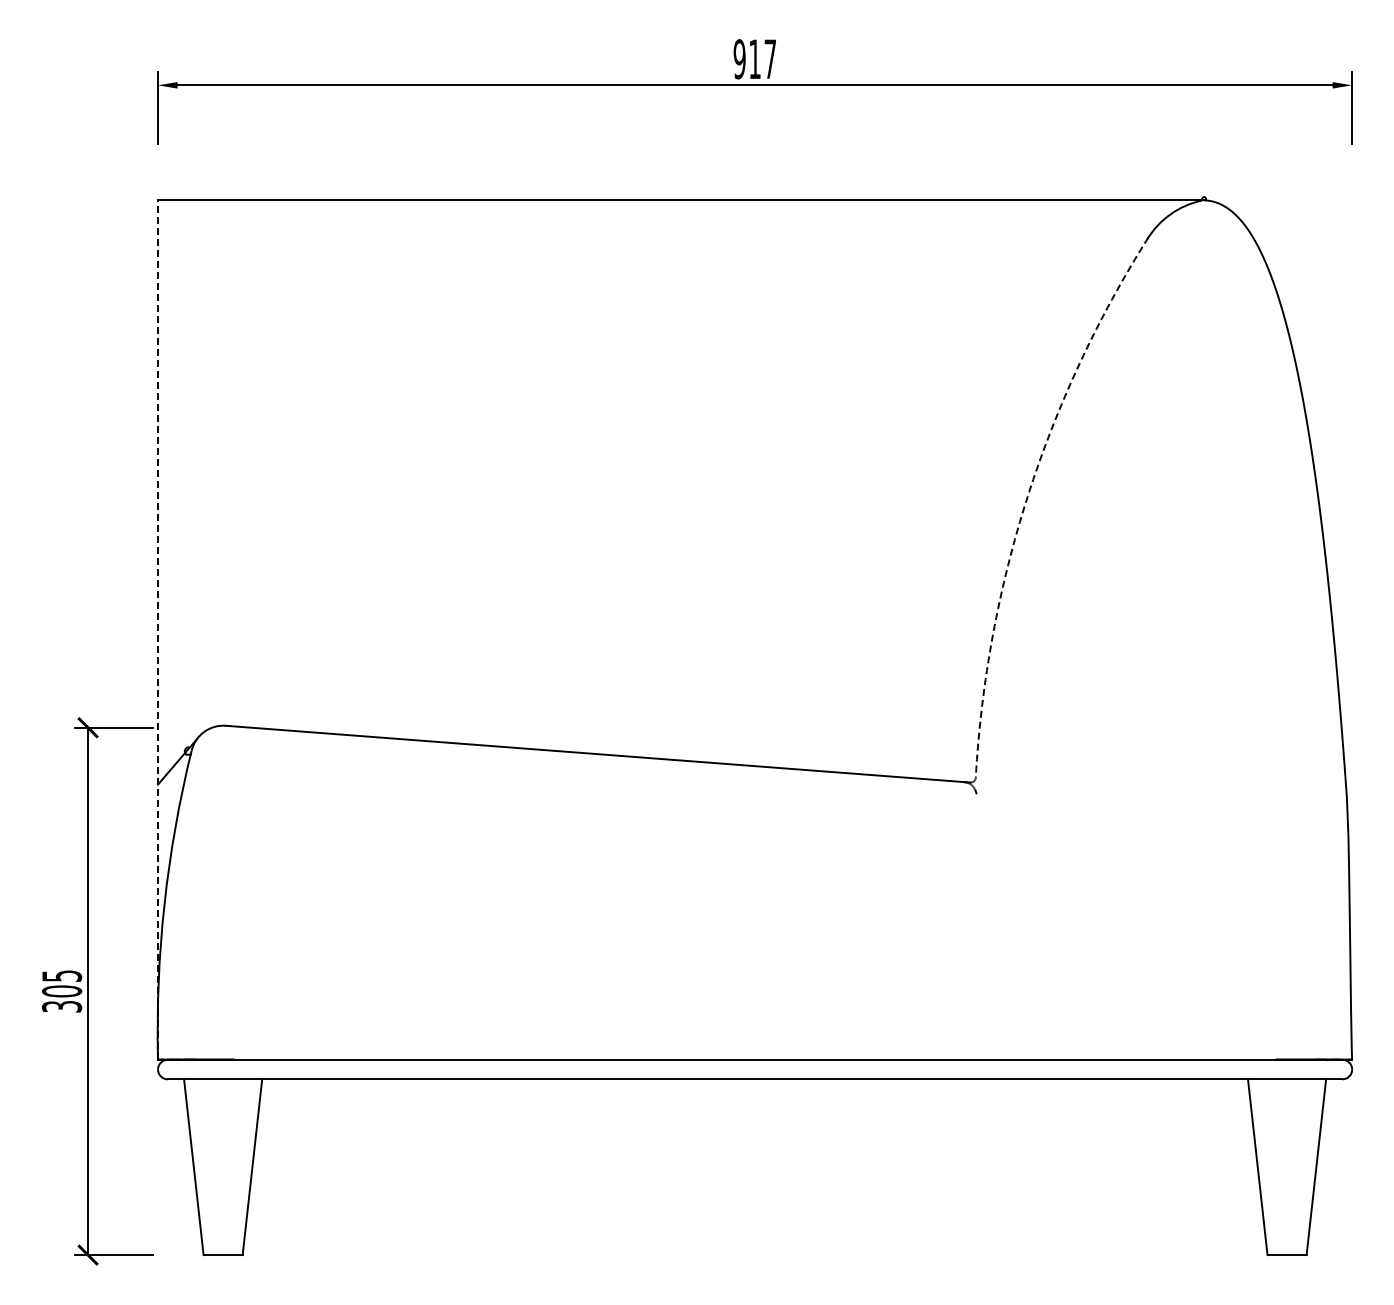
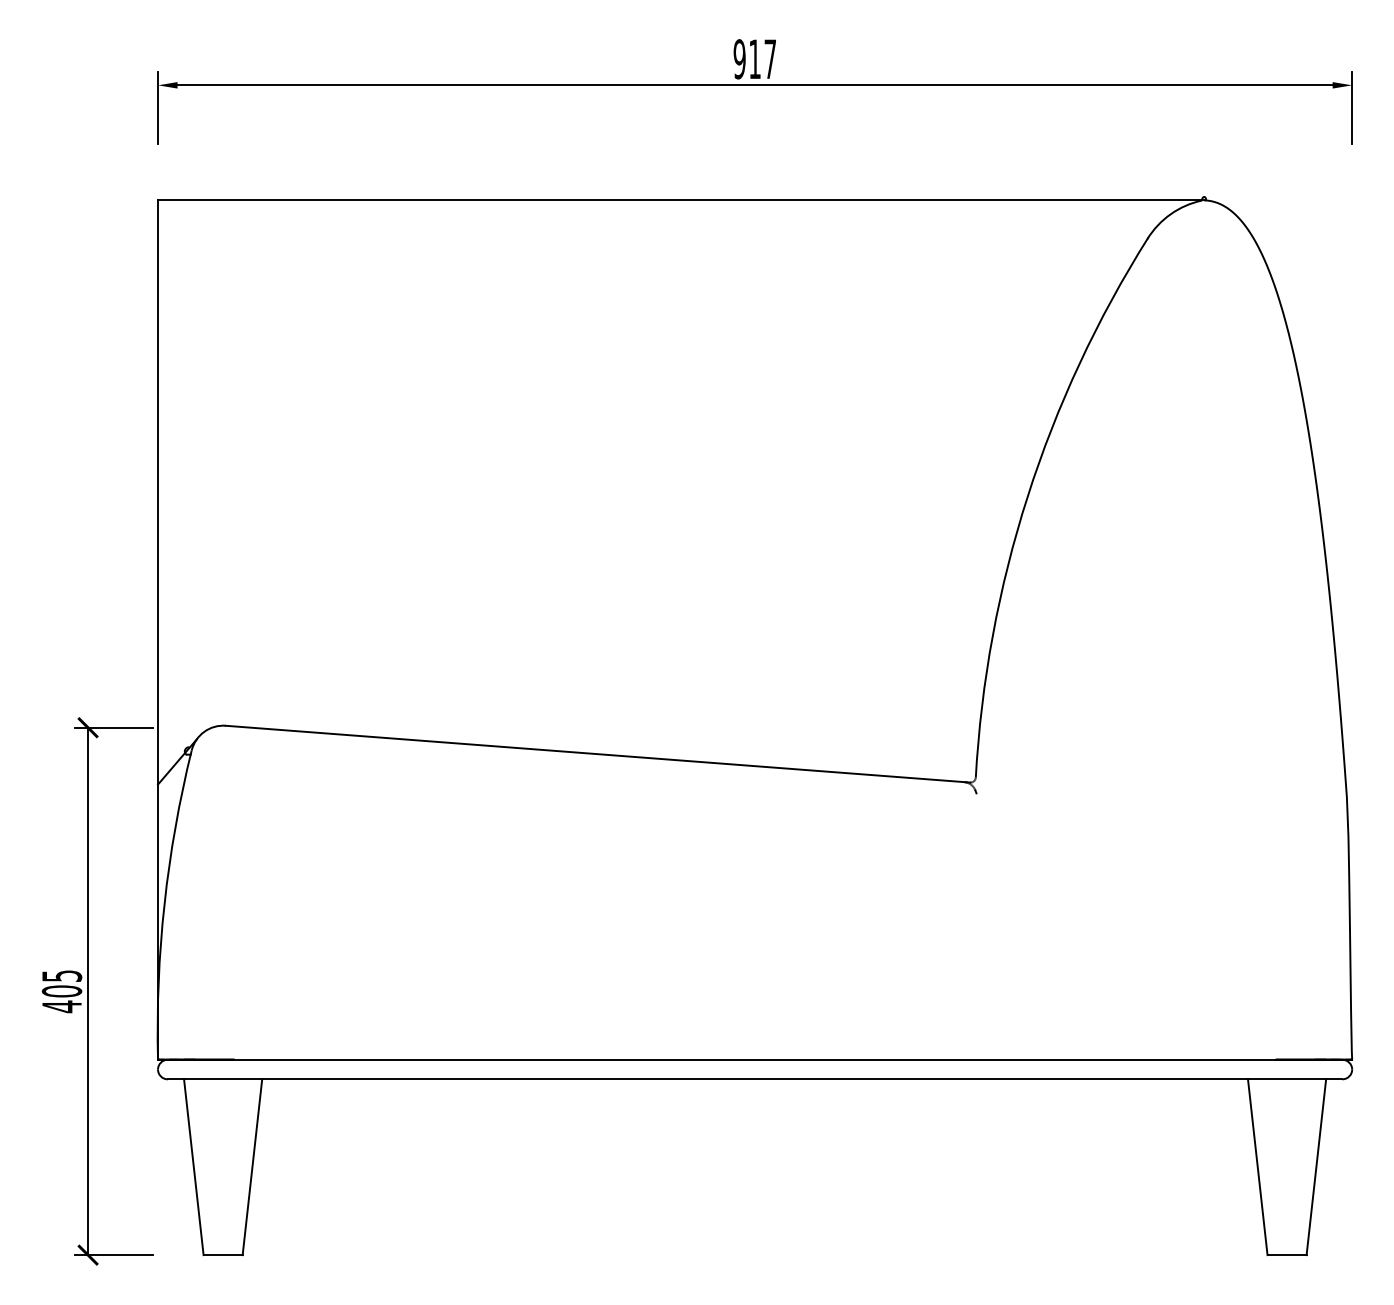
arc at (1027, 496): dashed -> solid
line at (158, 630): dashed -> solid
text at (61, 1006): 305 -> 405
